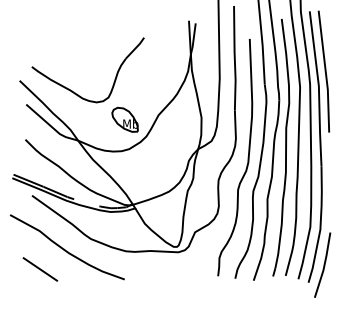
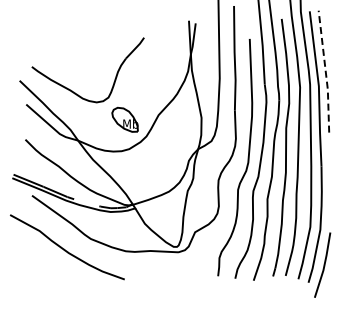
line at (325, 71): solid -> dashed
line at (40, 269): present -> none
